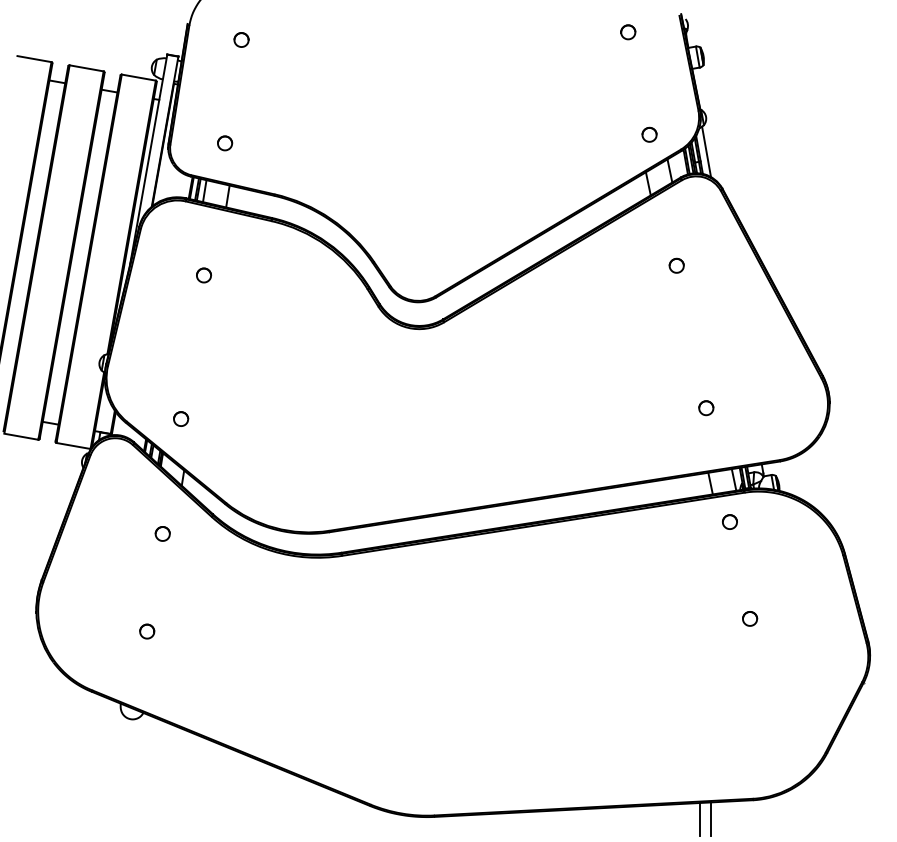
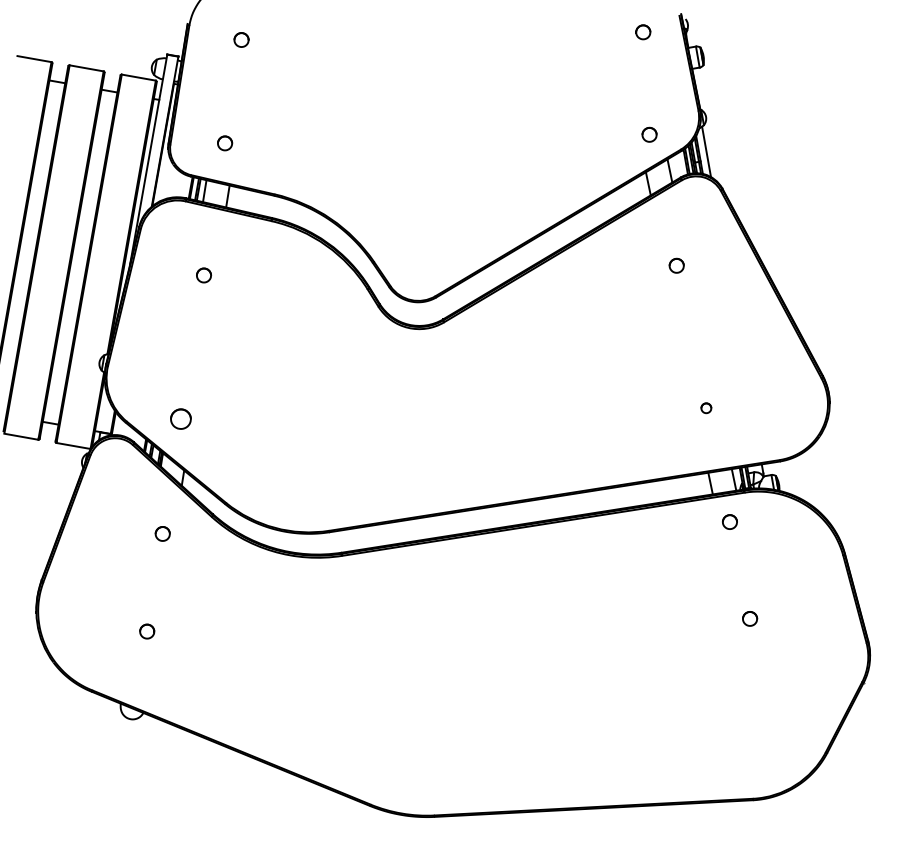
part at (628, 32) position: (628, 32) -> (643, 32)
part at (706, 408) size: 17x17 px -> 13x13 px
part at (181, 418) size: 17x16 px -> 22x22 px
line at (710, 818): present -> none
line at (699, 819): present -> none
